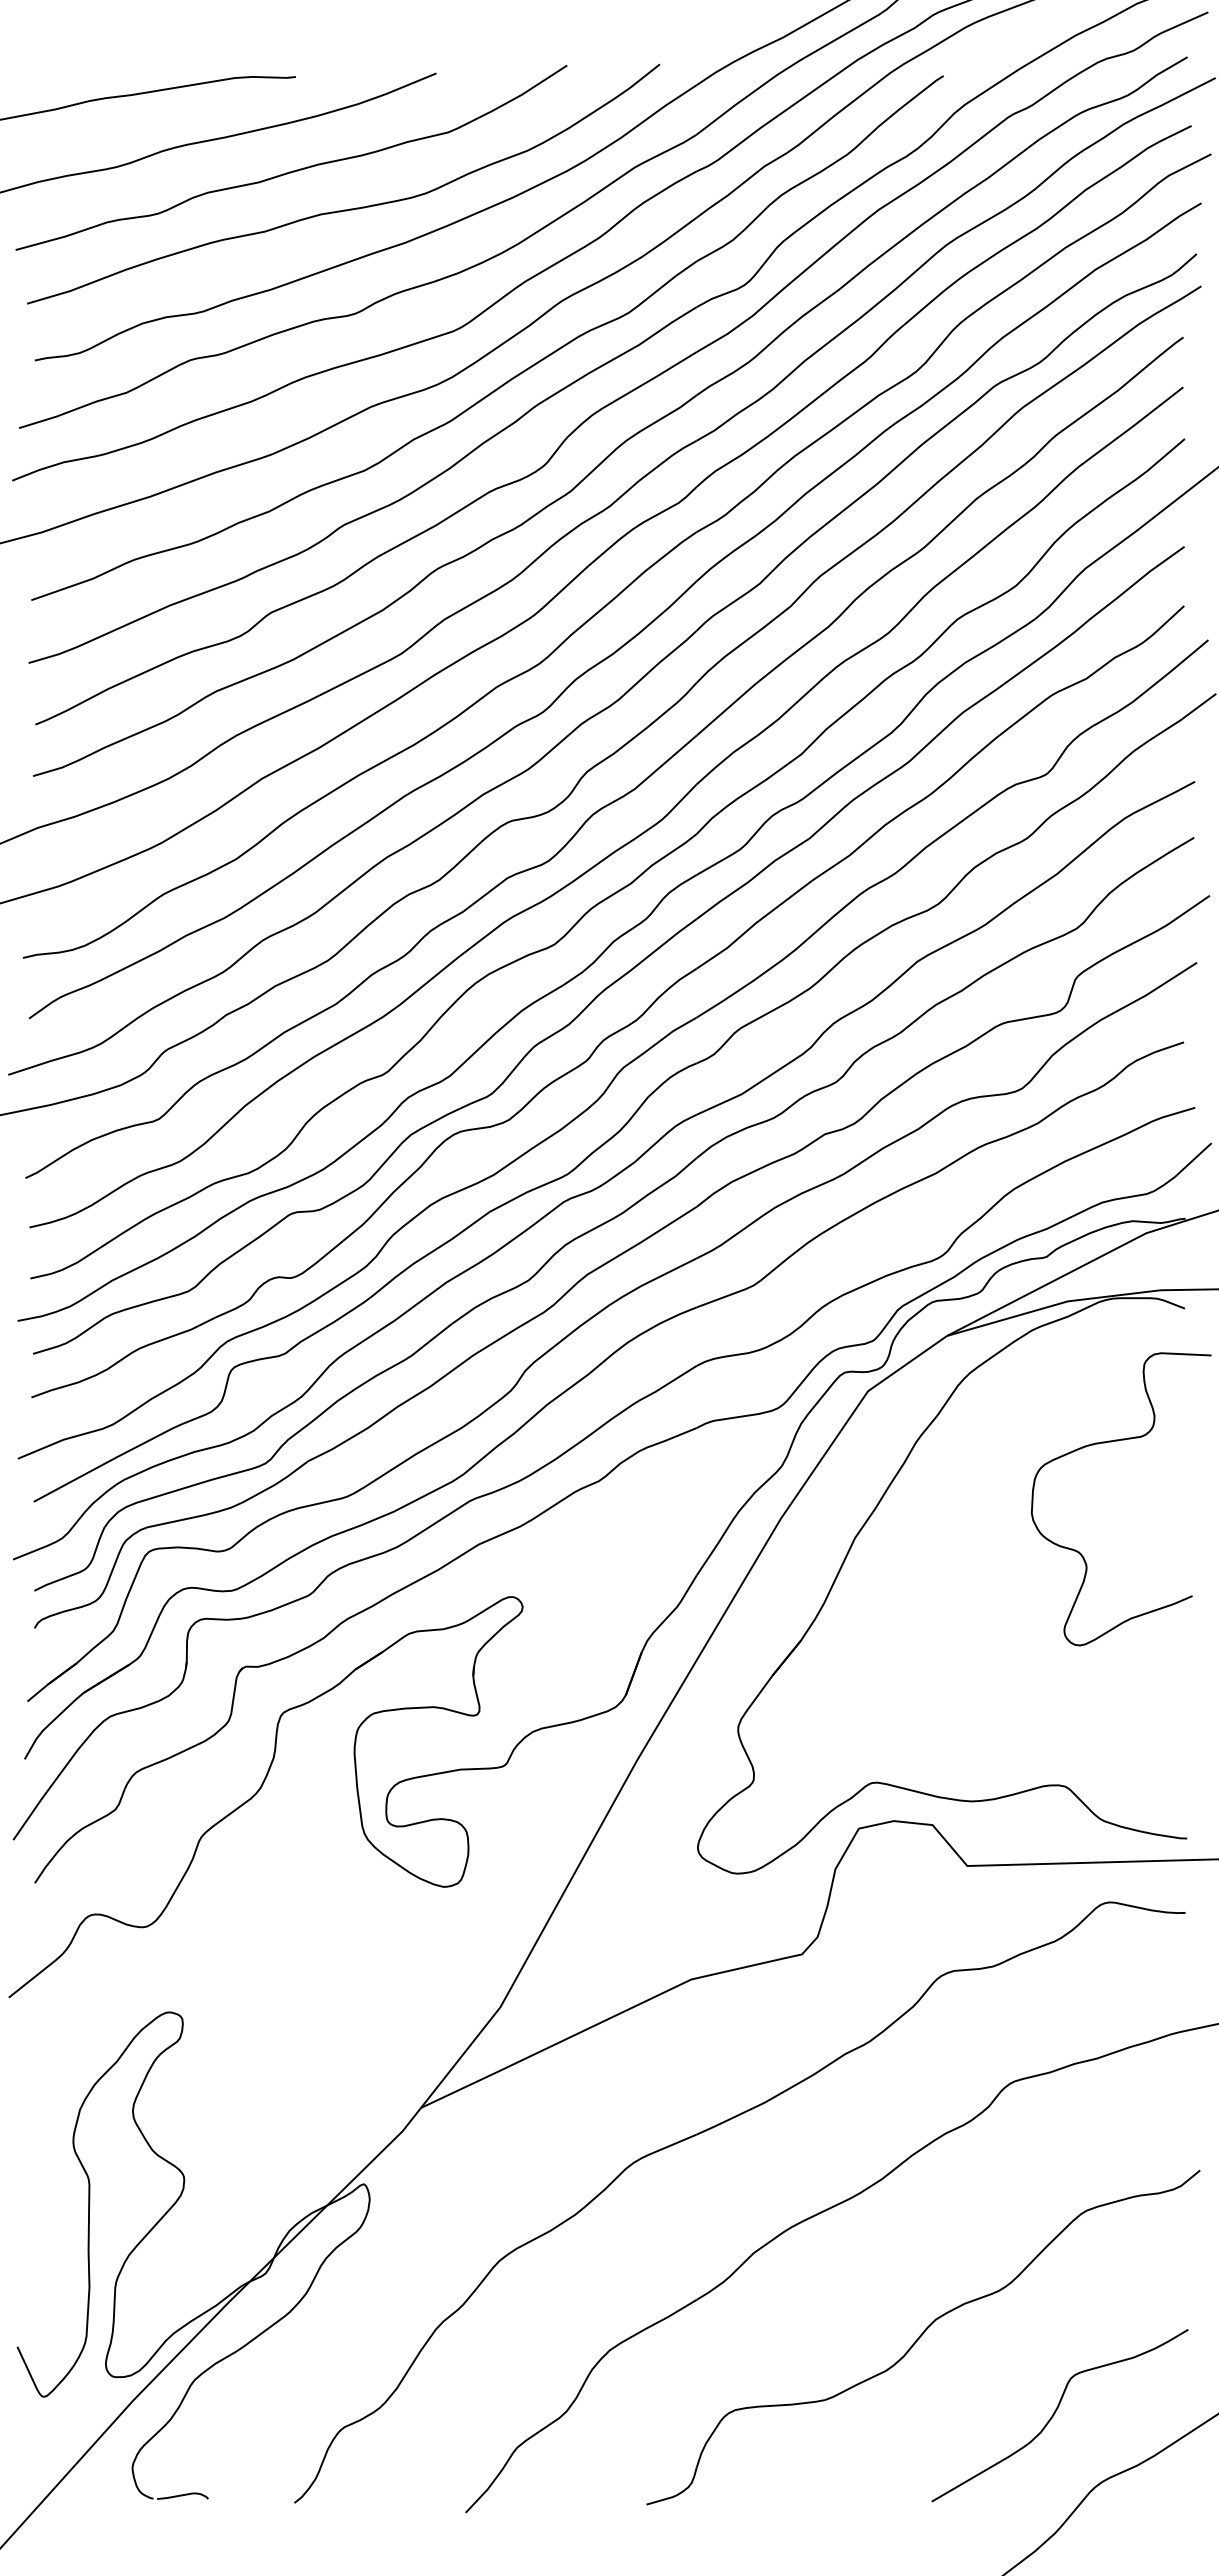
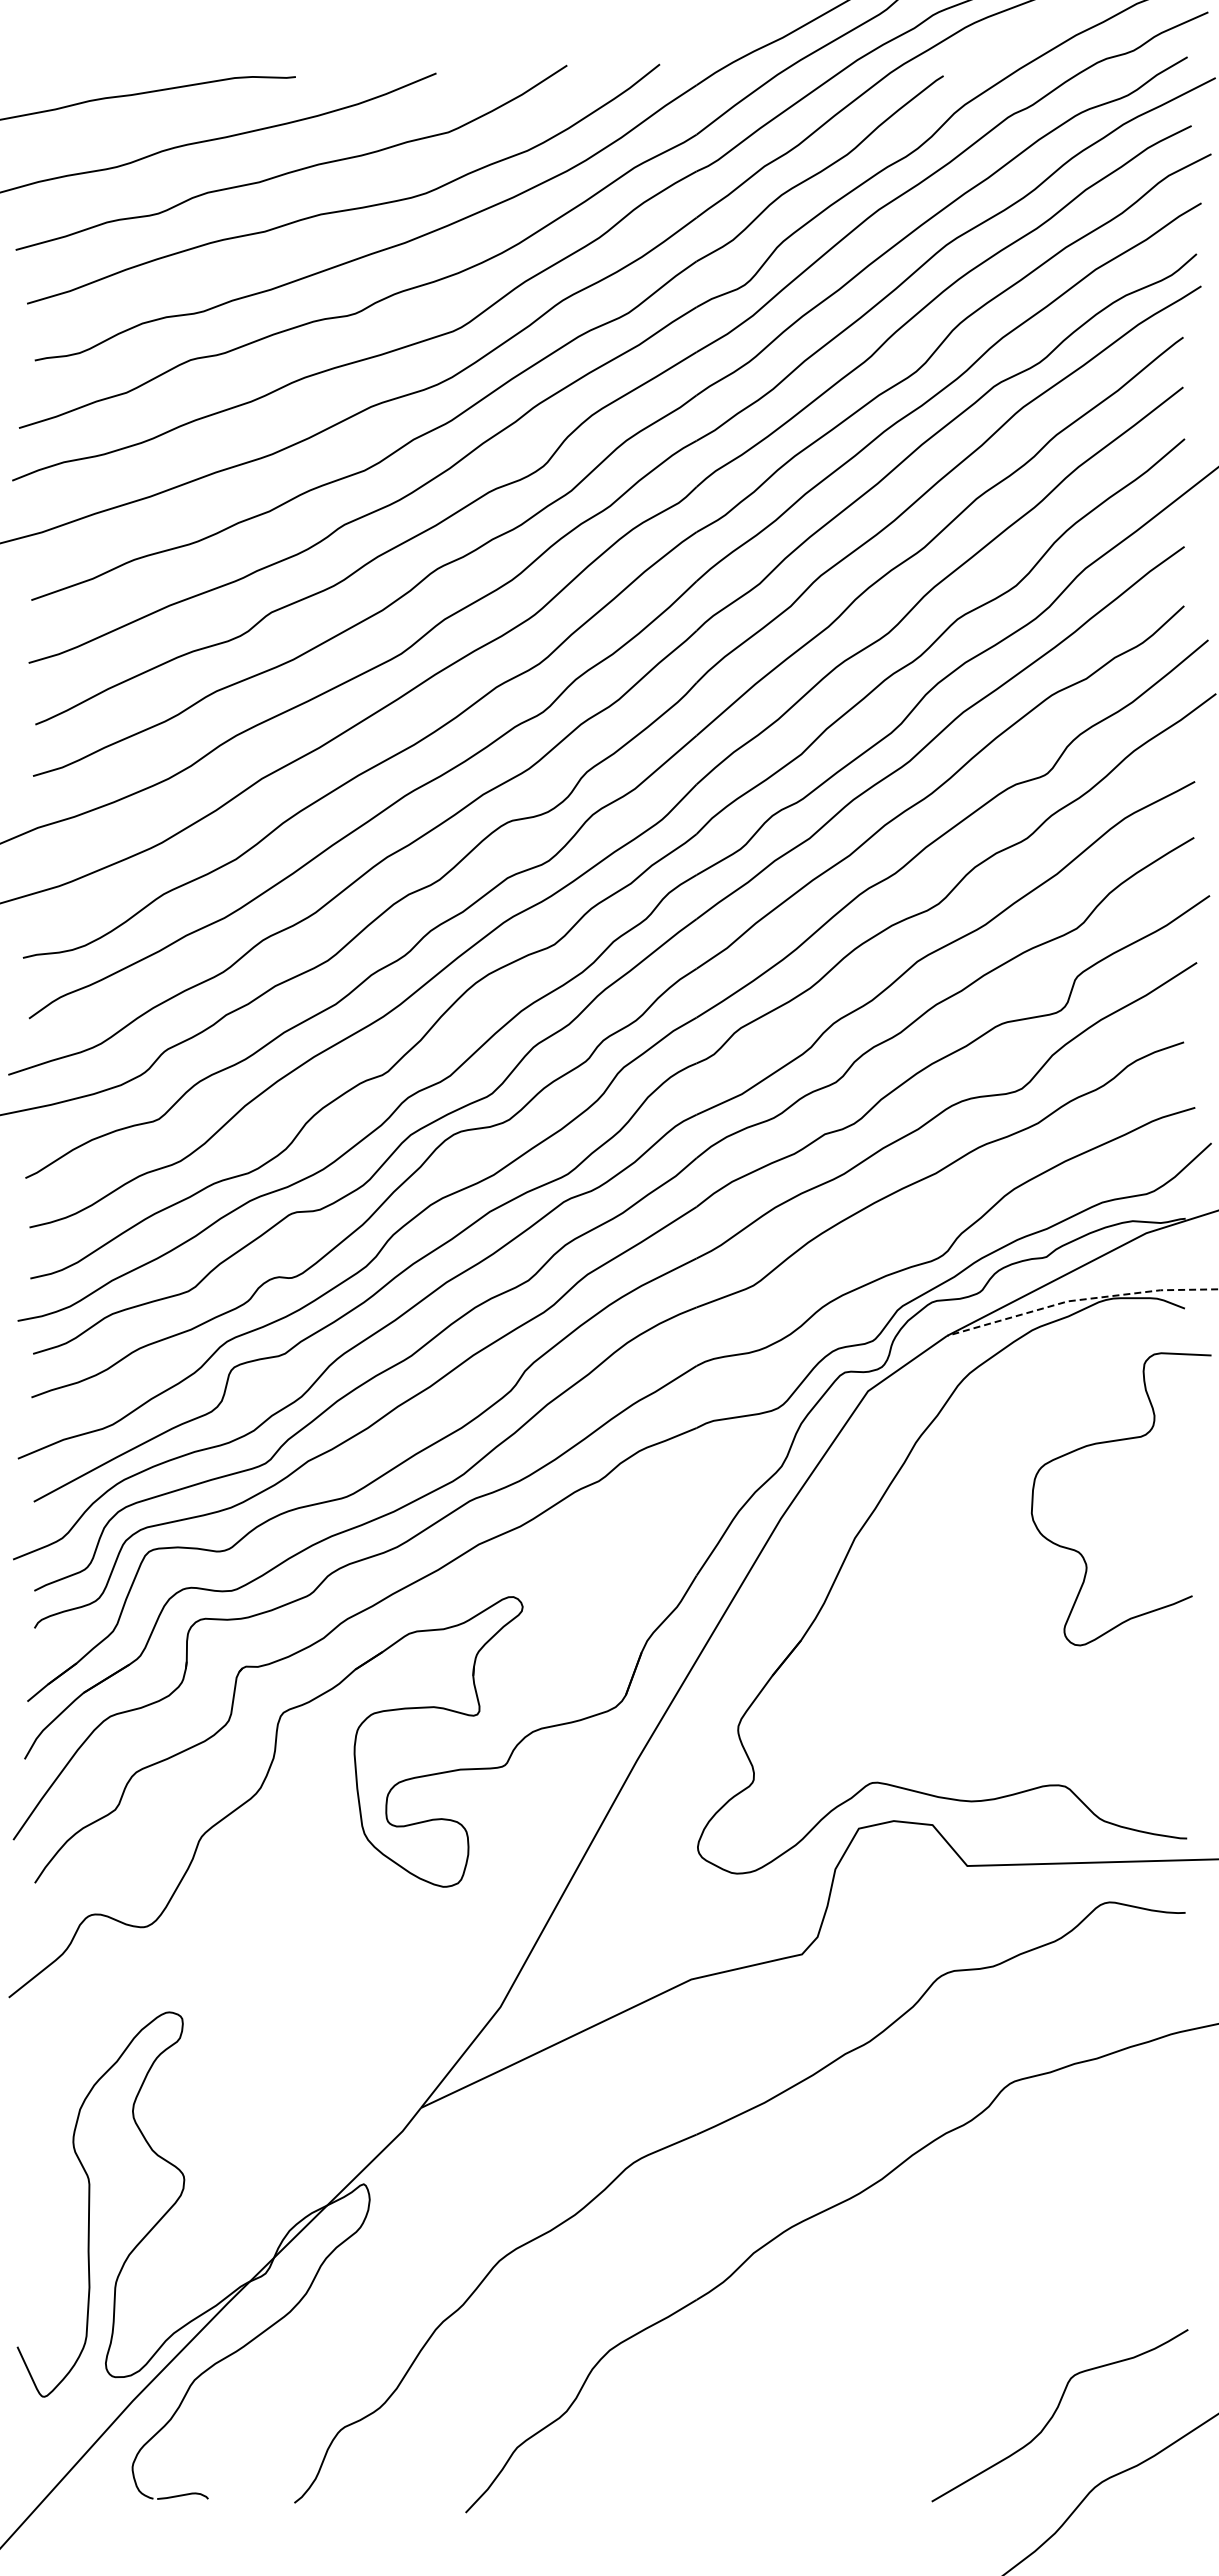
line at (1080, 1299): solid -> dashed
part at (923, 2337): present -> none
